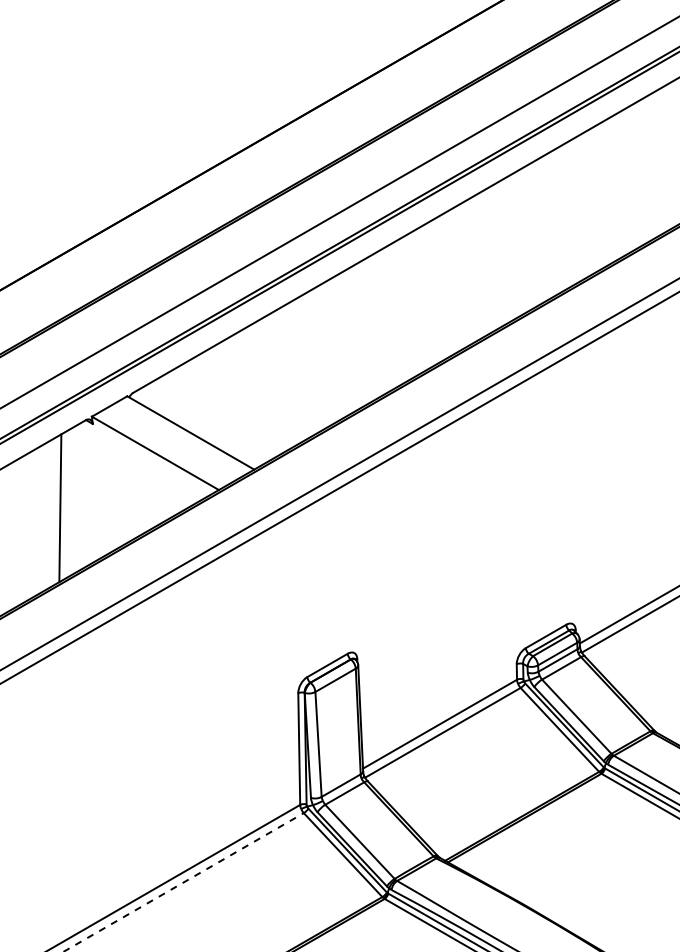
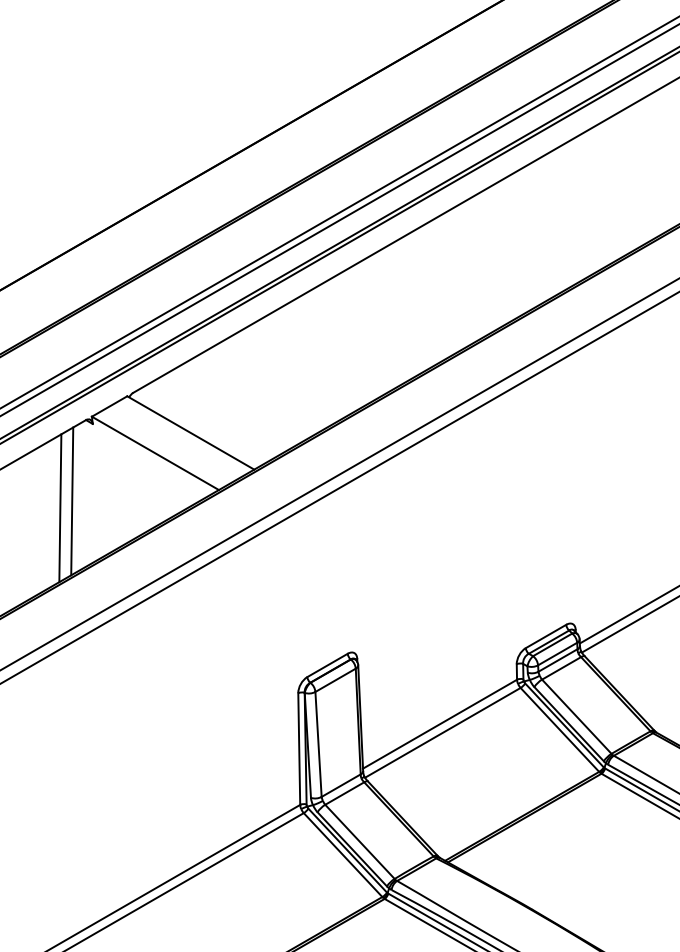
line at (339, 220): none -> present
line at (72, 501): none -> present
line at (183, 882): dashed -> solid
